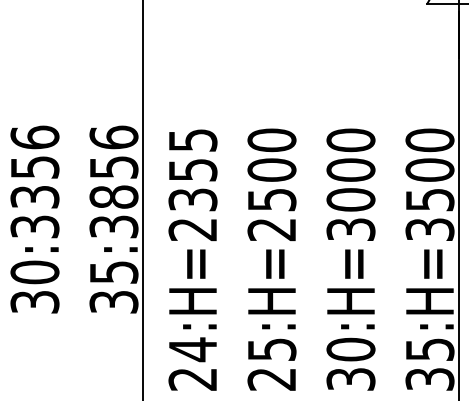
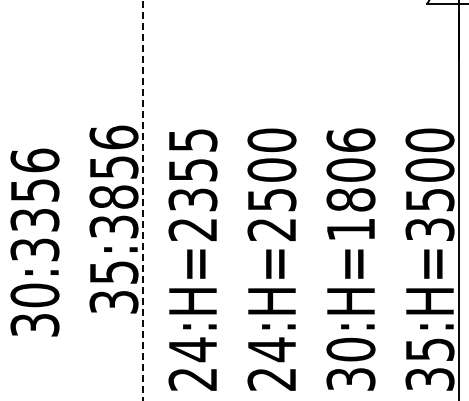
text at (350, 184): 30:H=3000 -> 30:H=1806
line at (142, 200): solid -> dashed
text at (34, 219) position: (34, 219) -> (34, 242)
text at (272, 349): 25:H=2500 -> 24:H=2500
